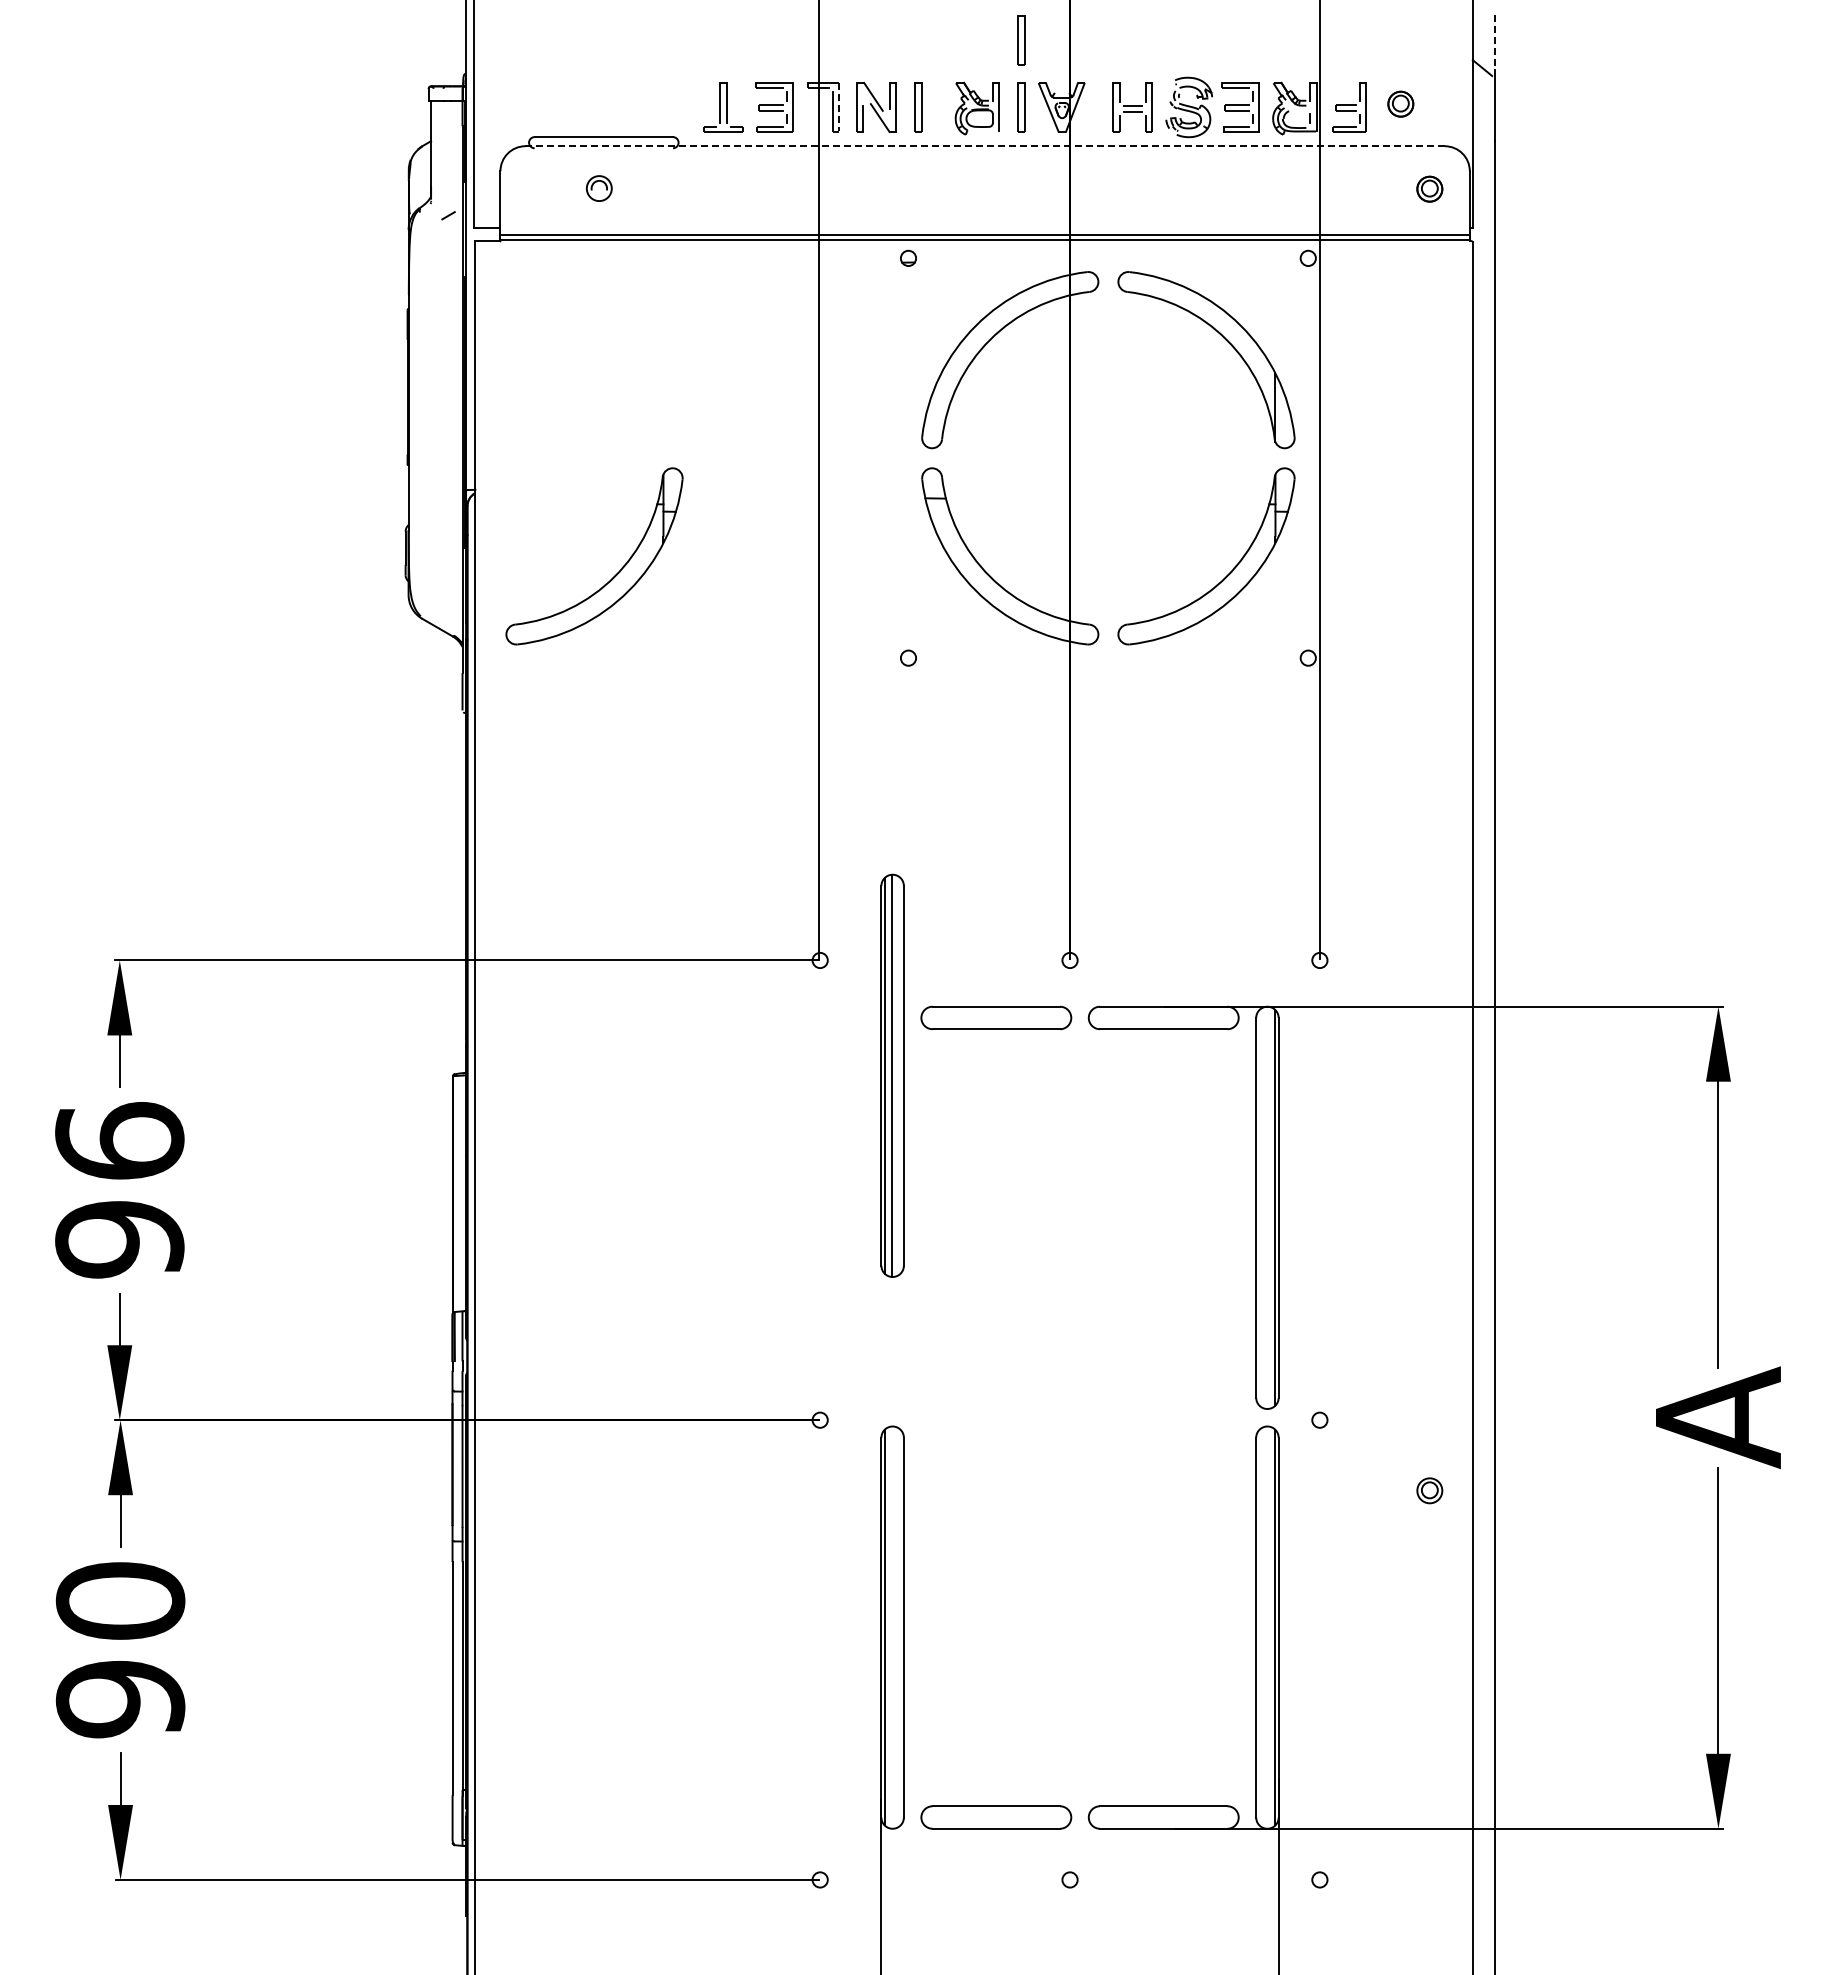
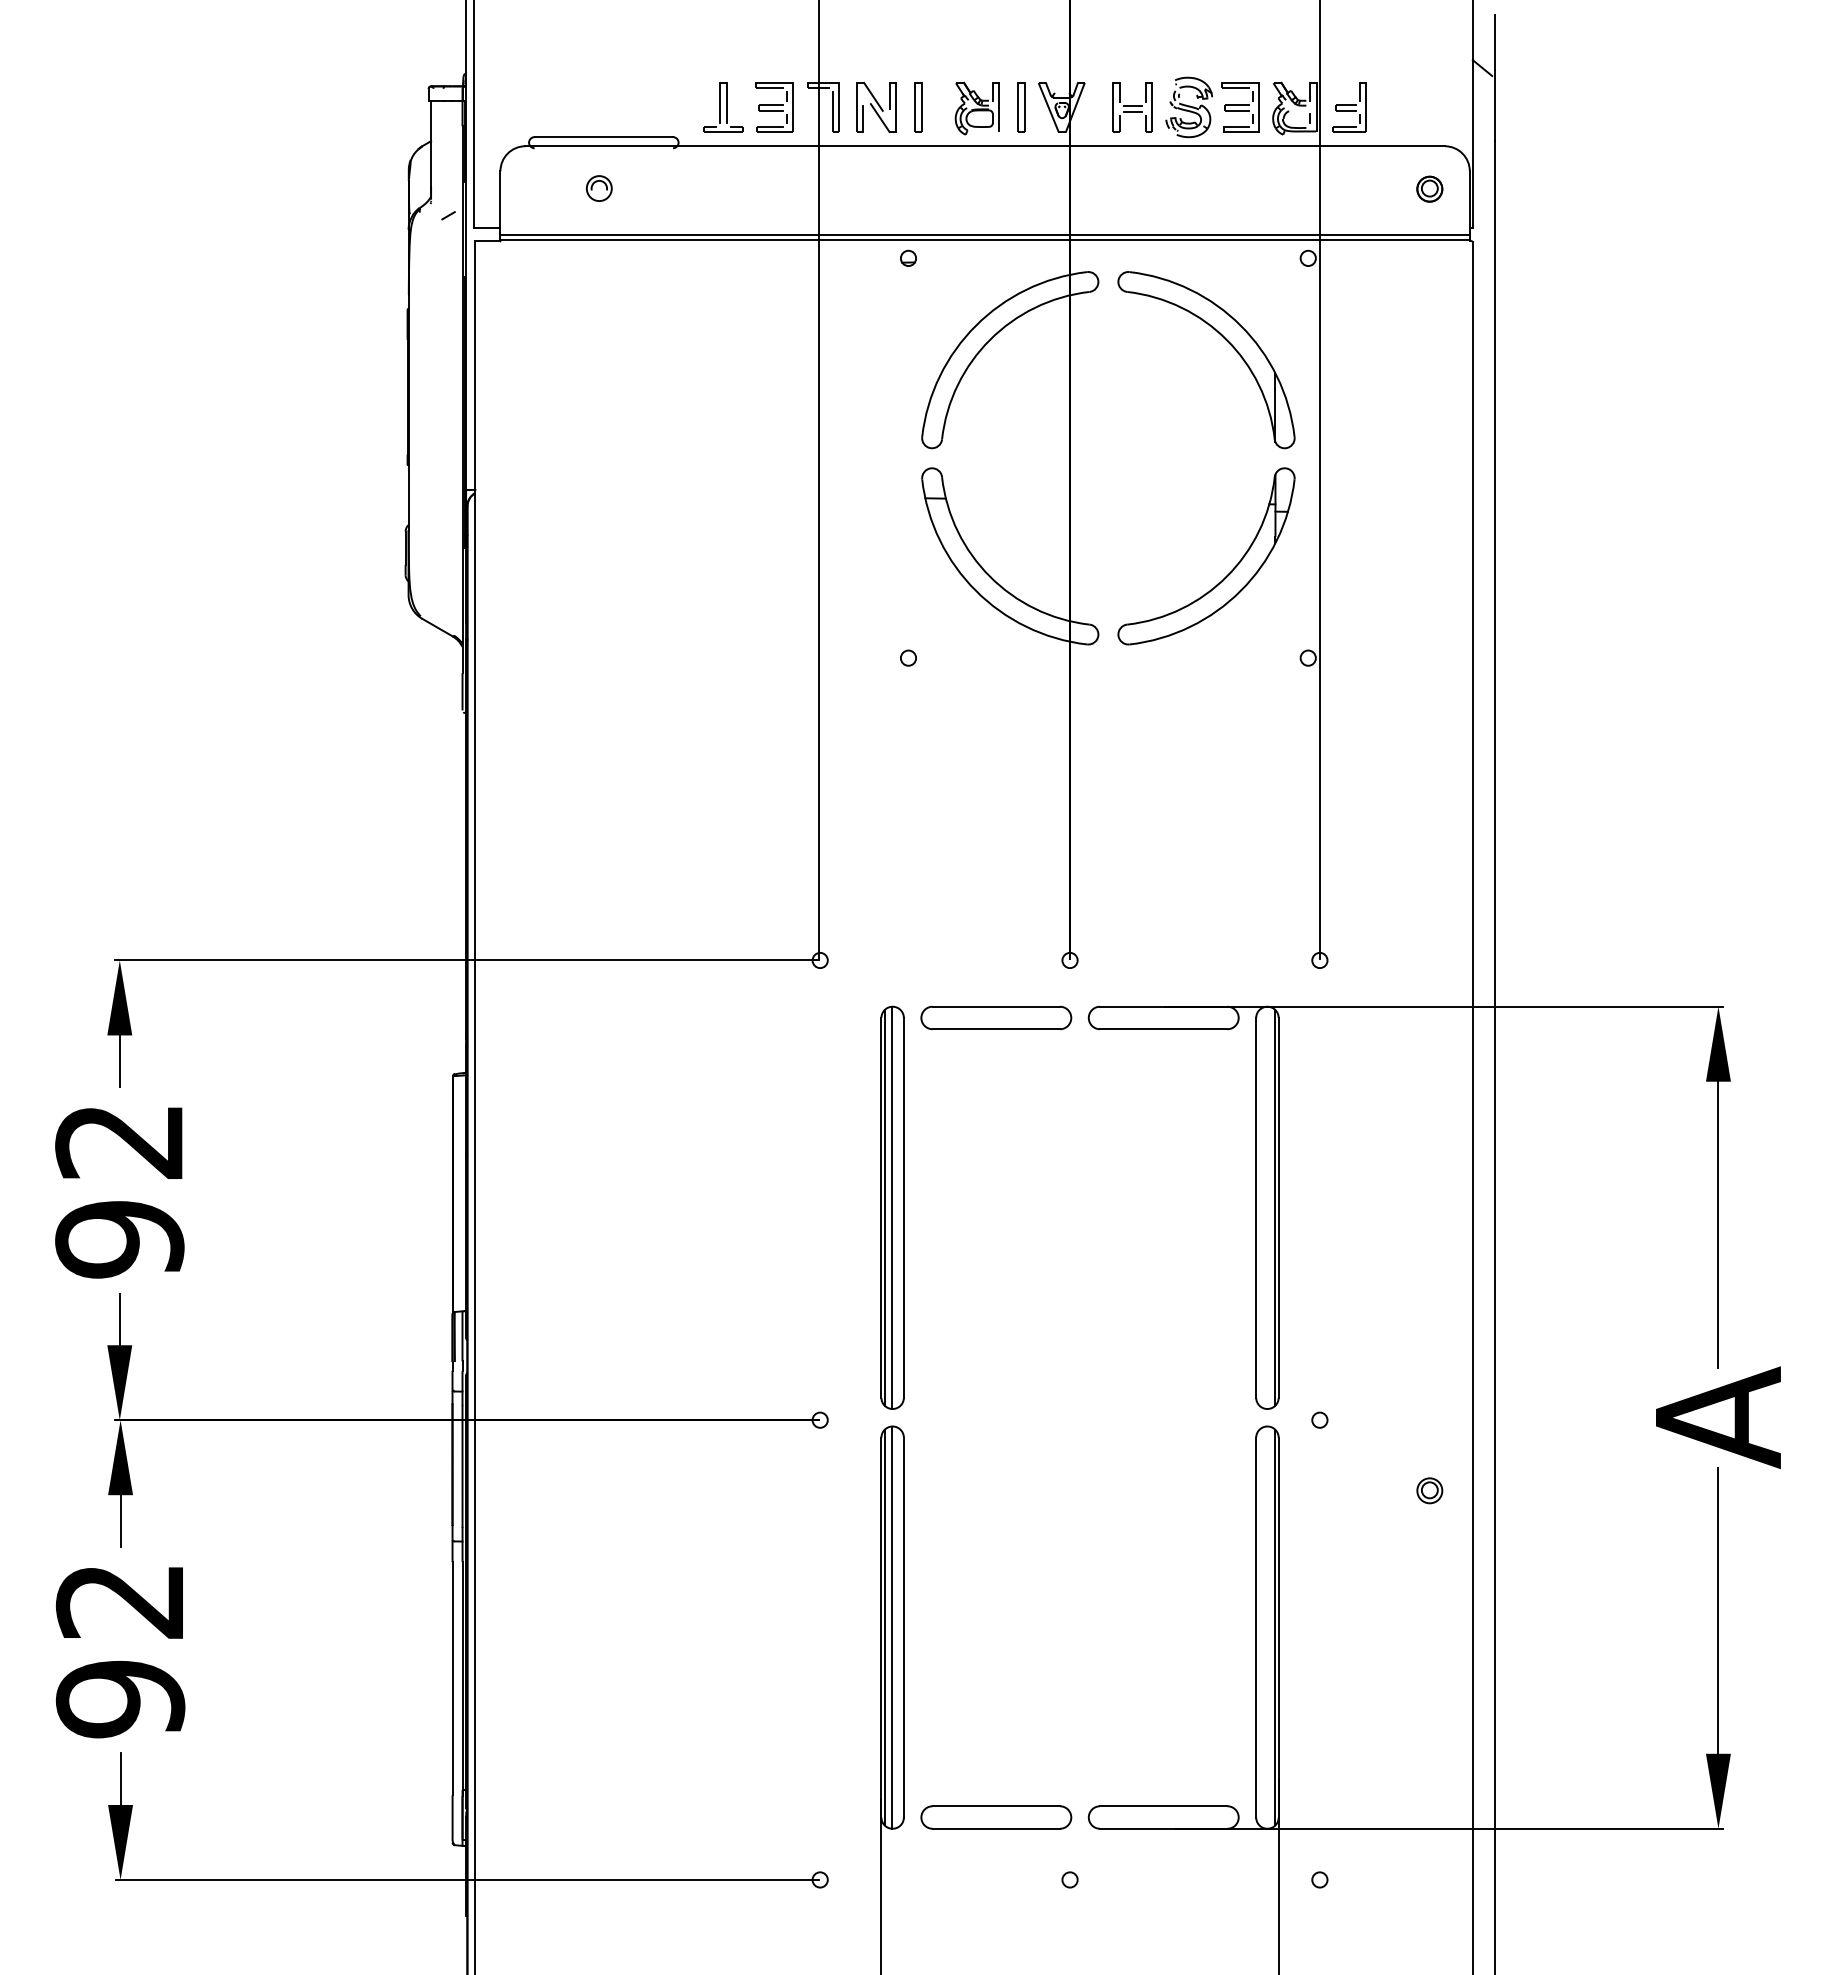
part at (1021, 40): present -> none
line at (1494, 42): dashed -> solid
part at (1400, 103): present -> none
line at (839, 107): dashed -> solid
line at (985, 146): dashed -> solid
part at (614, 575): present -> none
part at (892, 1075) position: (892, 1075) -> (892, 1207)
text at (119, 1140): 96 -> 92
text at (120, 1600): 90 -> 92
line at (892, 1627): none -> present
